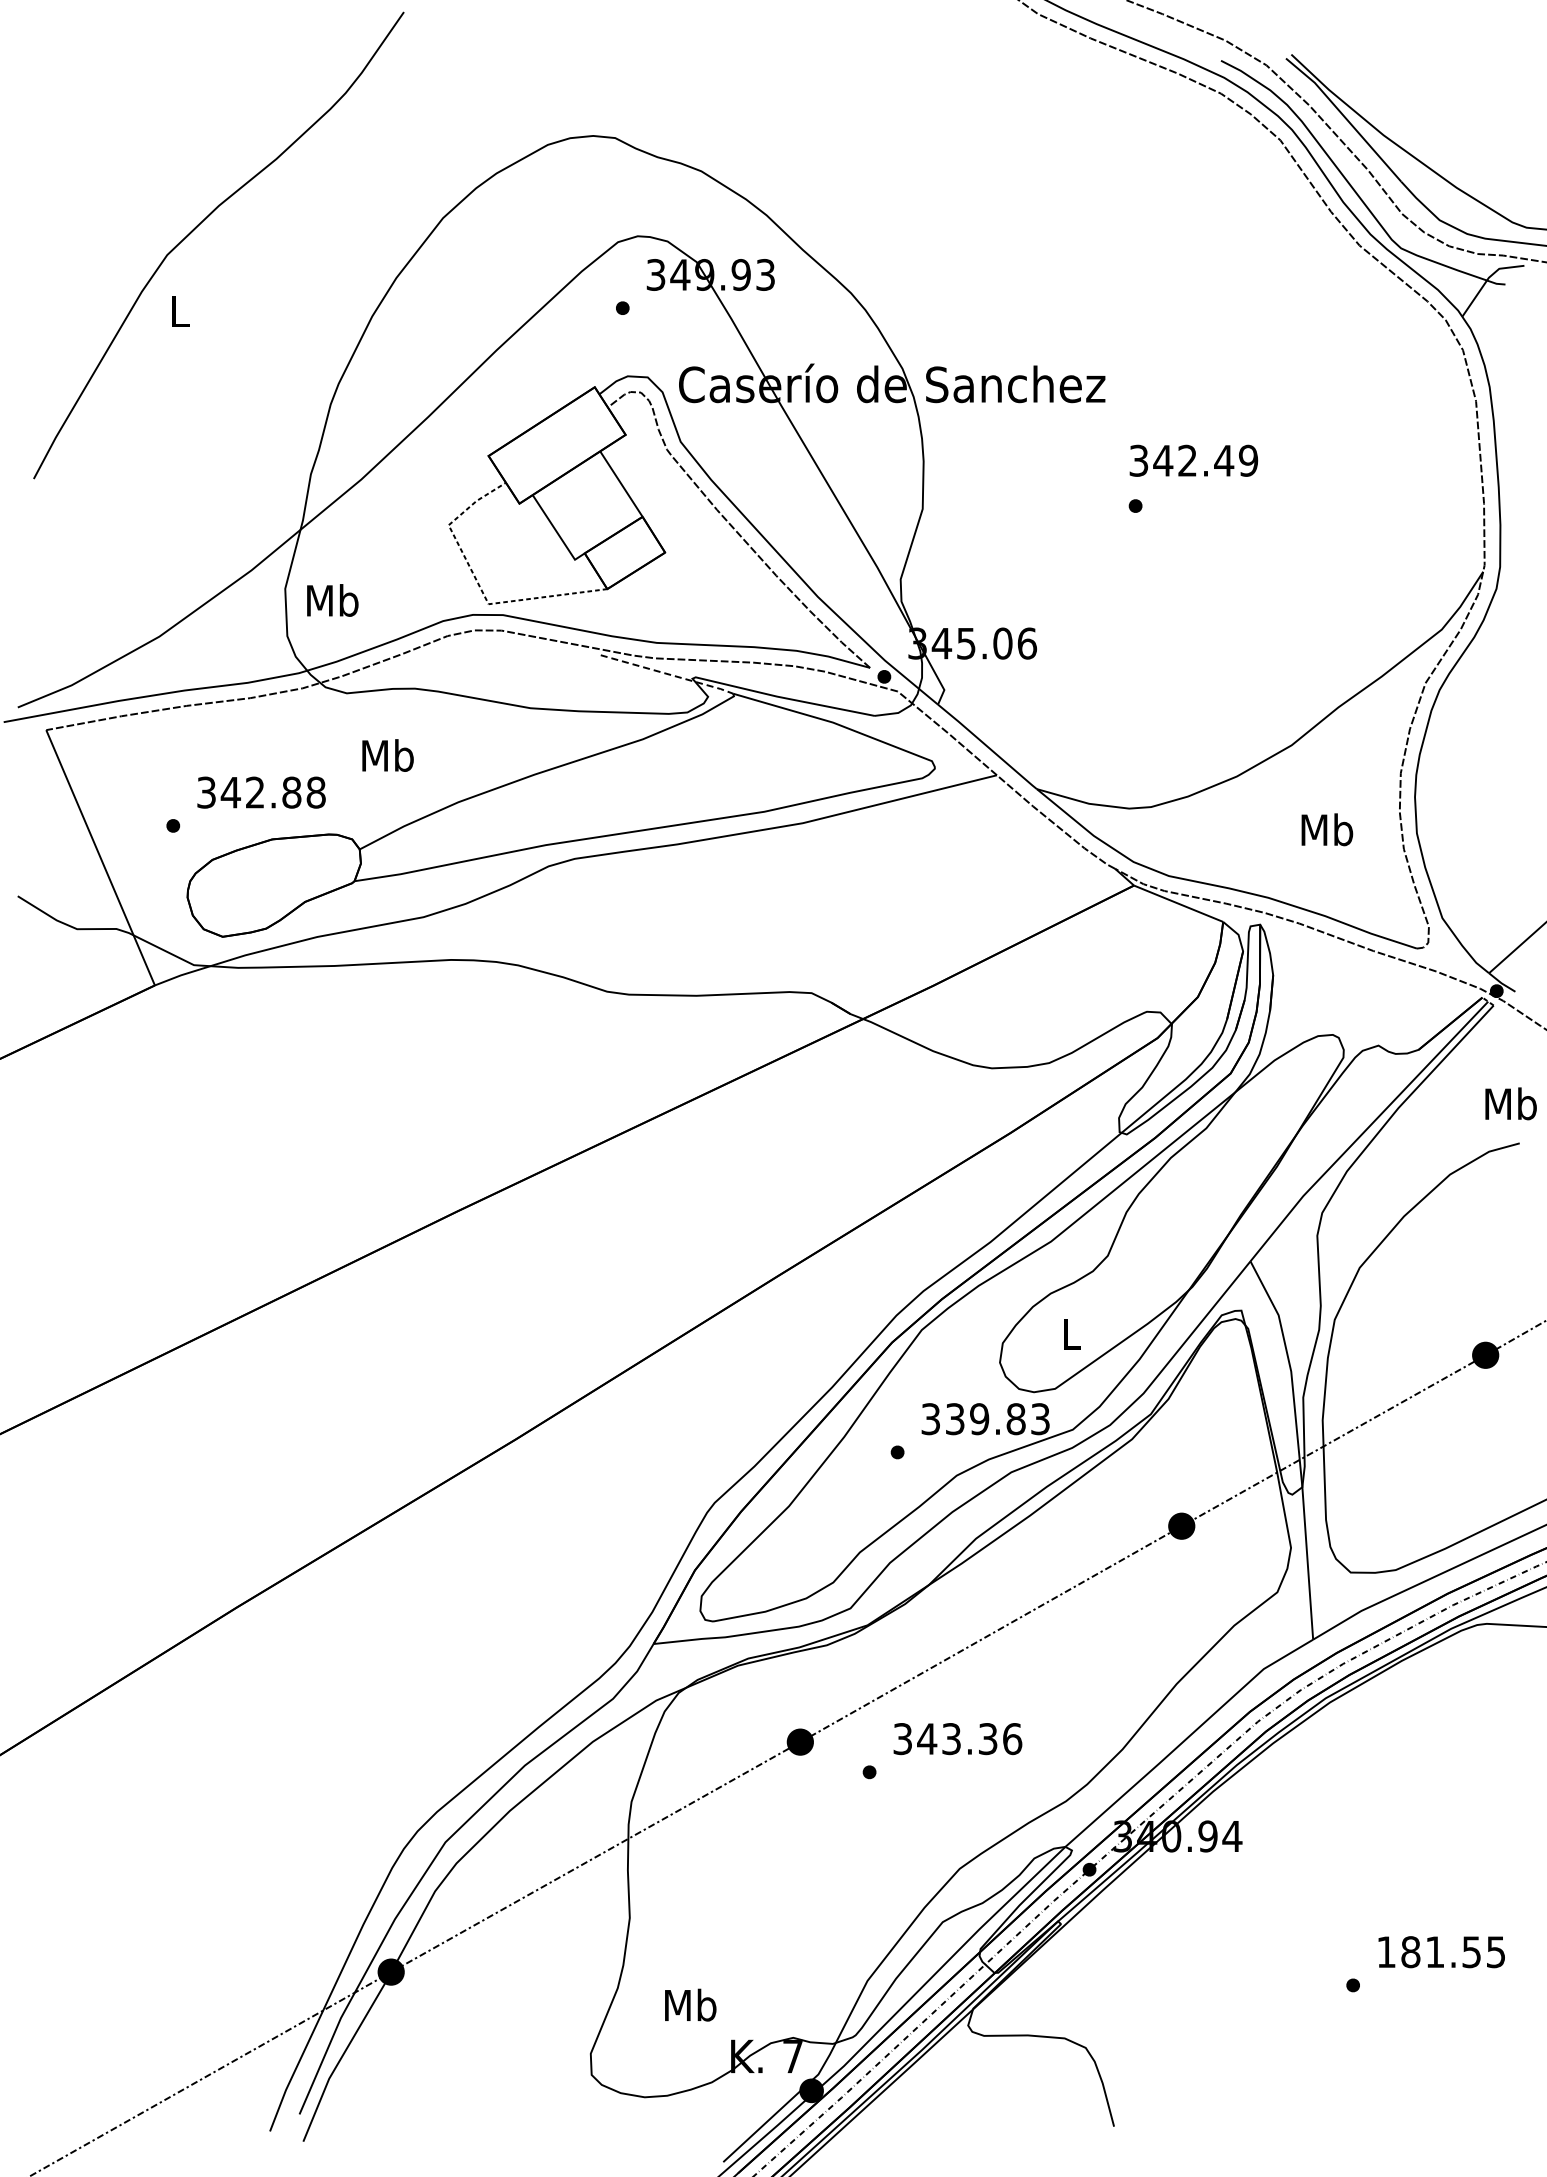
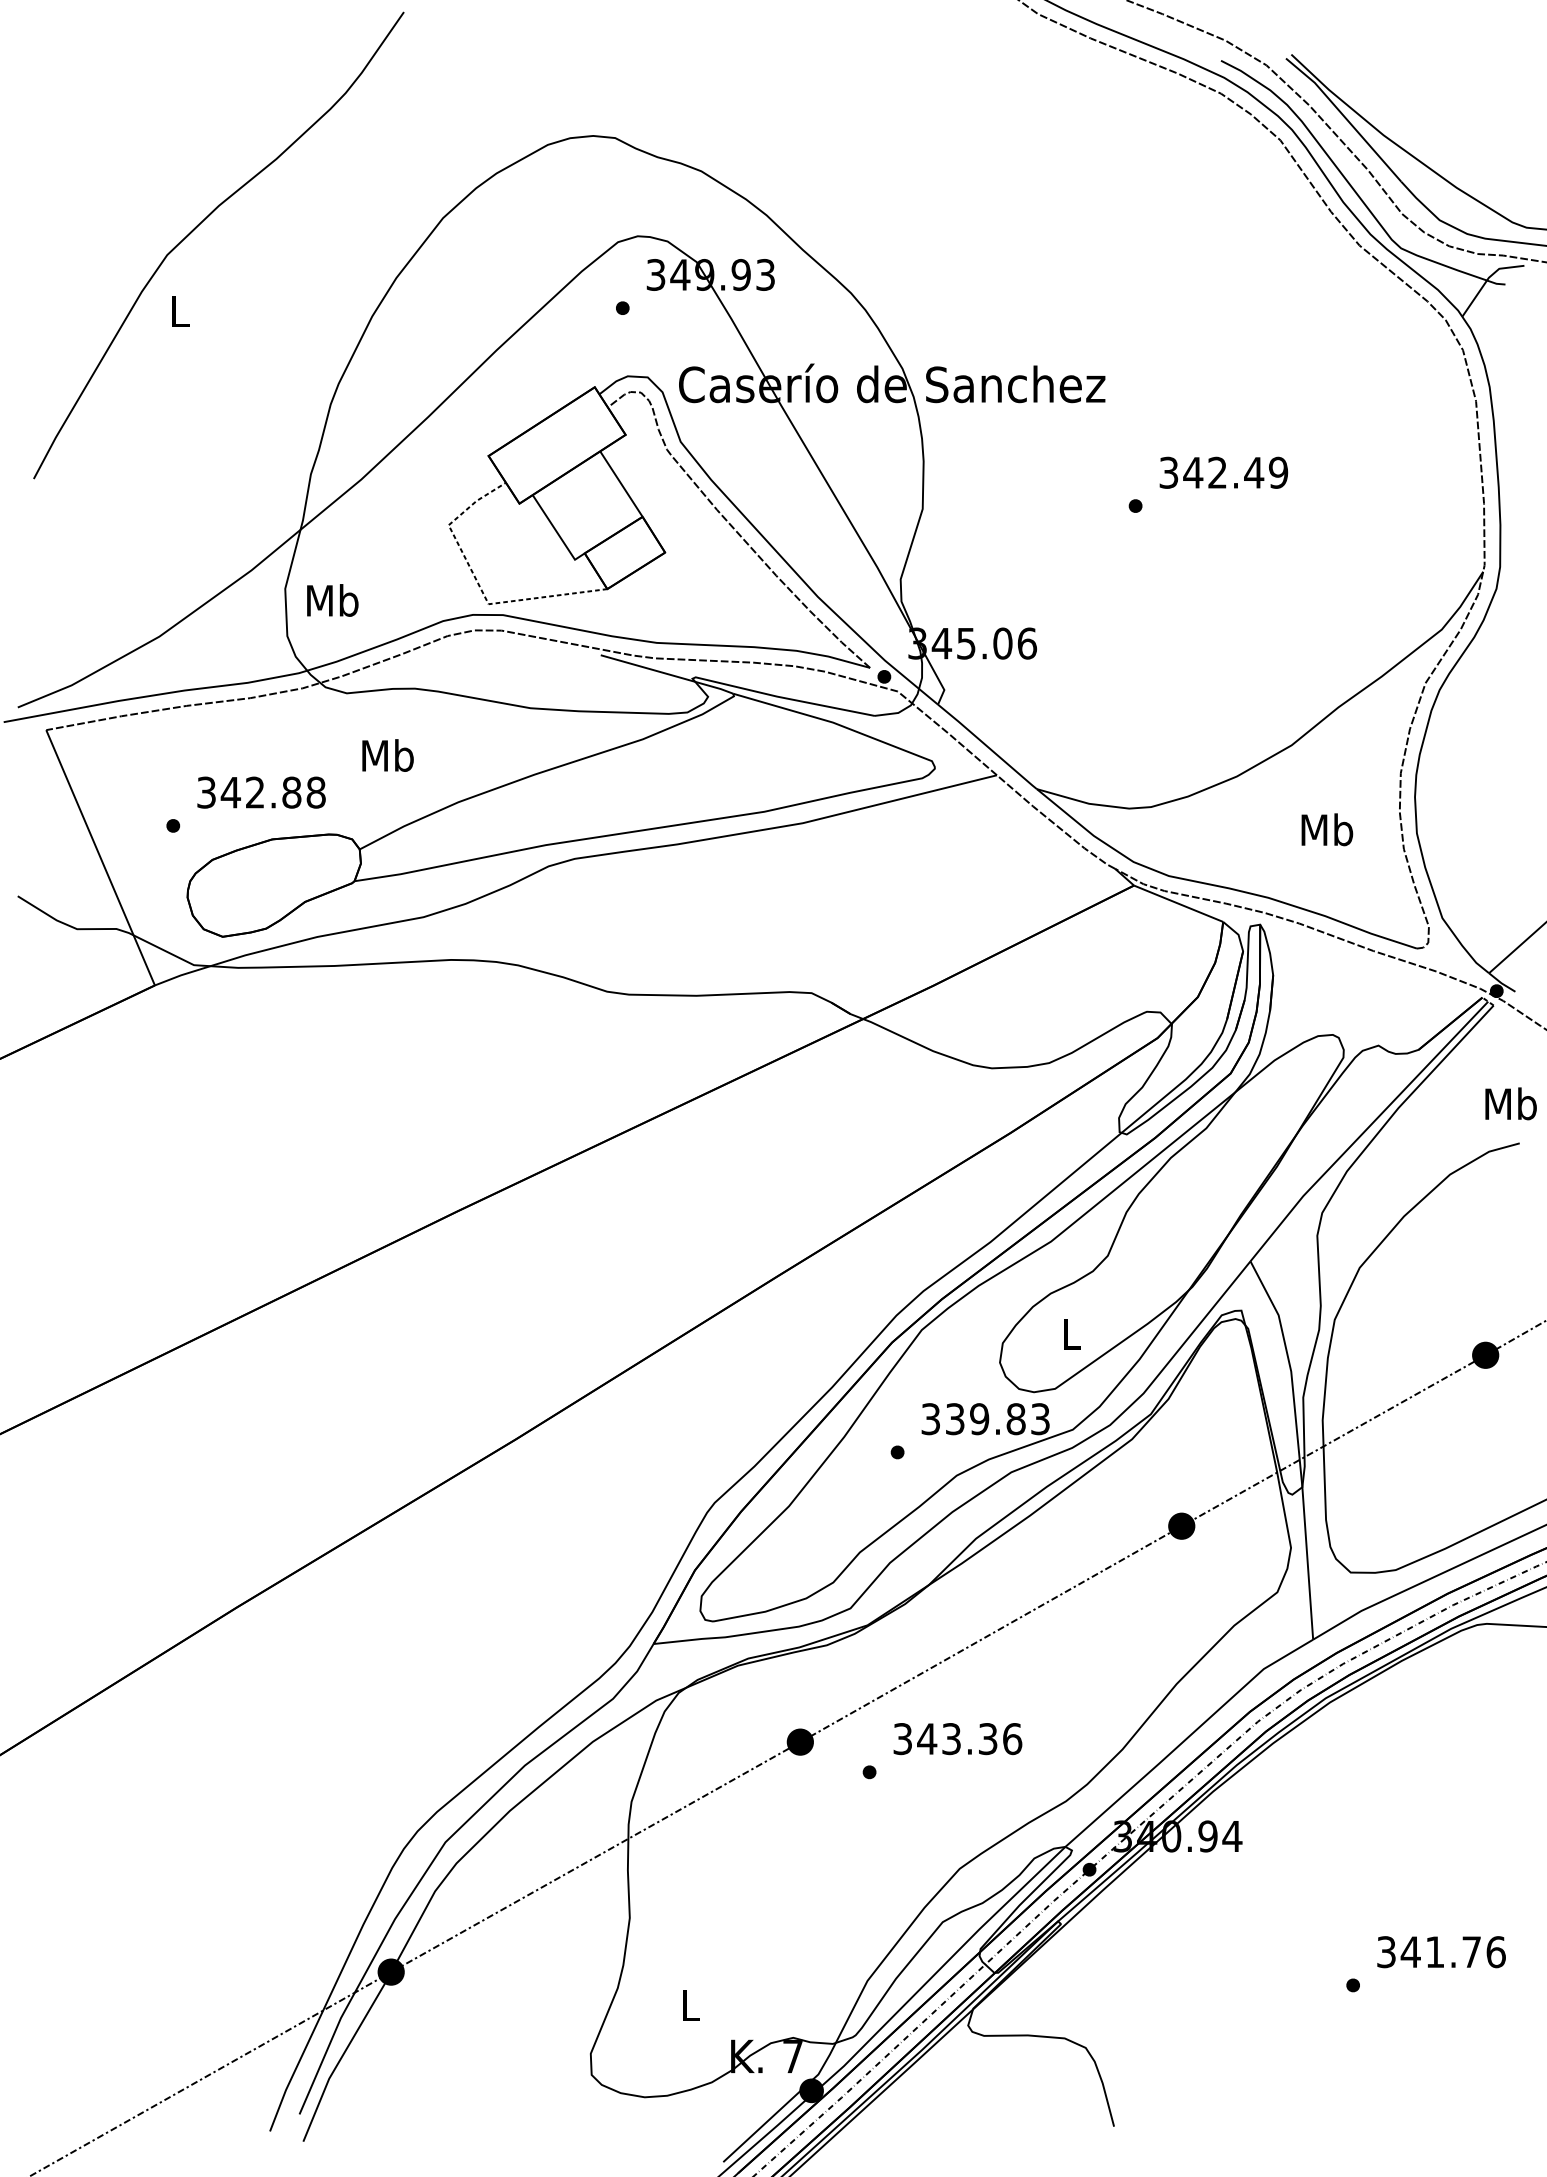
text at (1193, 460) position: (1193, 460) -> (1223, 472)
line at (668, 674): dashed -> solid
text at (1441, 1952): 181.55 -> 341.76
text at (690, 2004): Mb -> L
